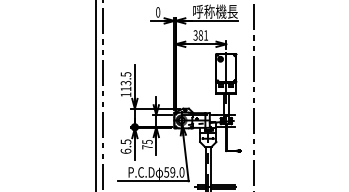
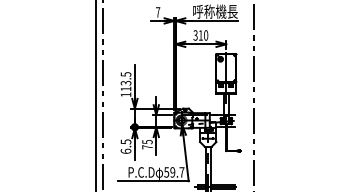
text at (158, 12): 0 -> 7
text at (203, 35): 381 -> 310
text at (181, 172): 59.0 -> 59.7
